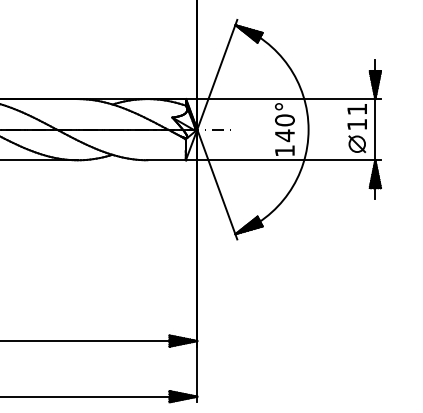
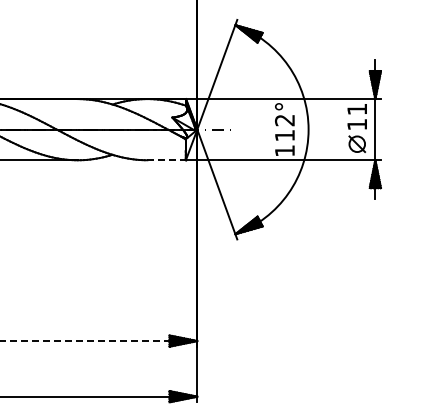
text at (284, 128): 140° -> 112°
line at (167, 160): solid -> dashed
line at (99, 341): solid -> dashed
